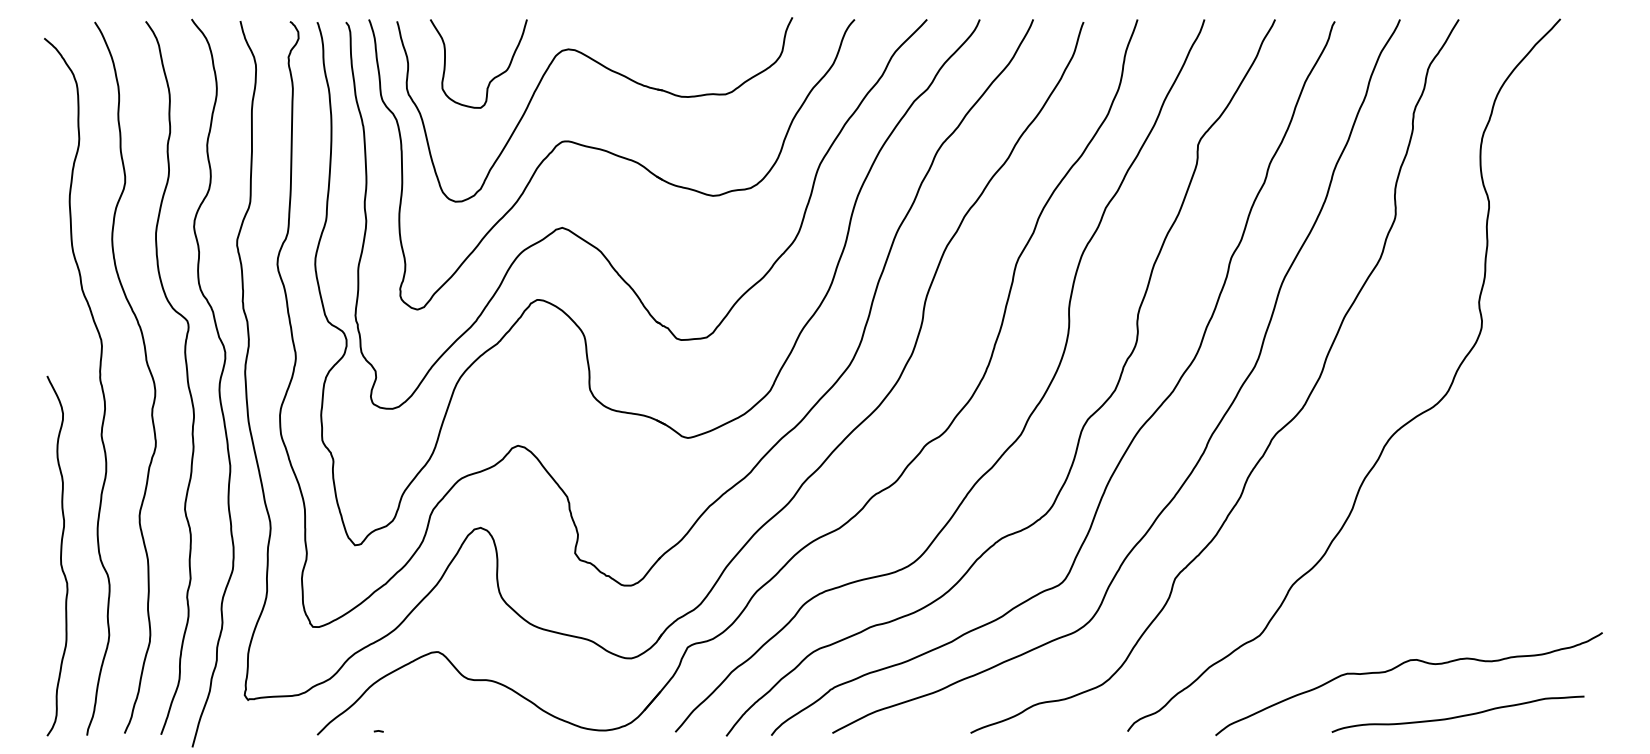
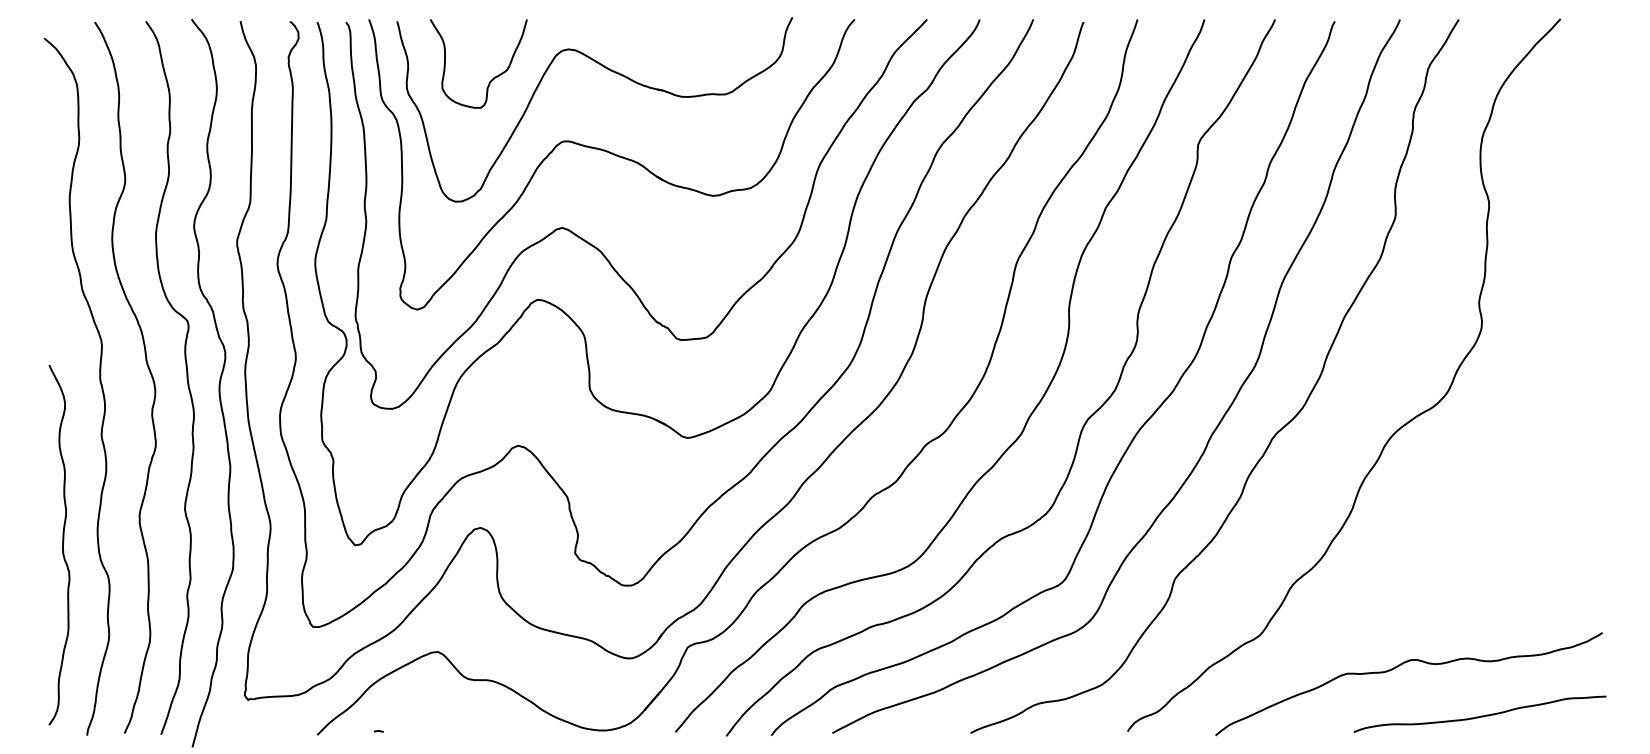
curve at (60, 555) position: (60, 555) -> (62, 544)
curve at (1459, 715) position: (1459, 715) -> (1481, 715)
